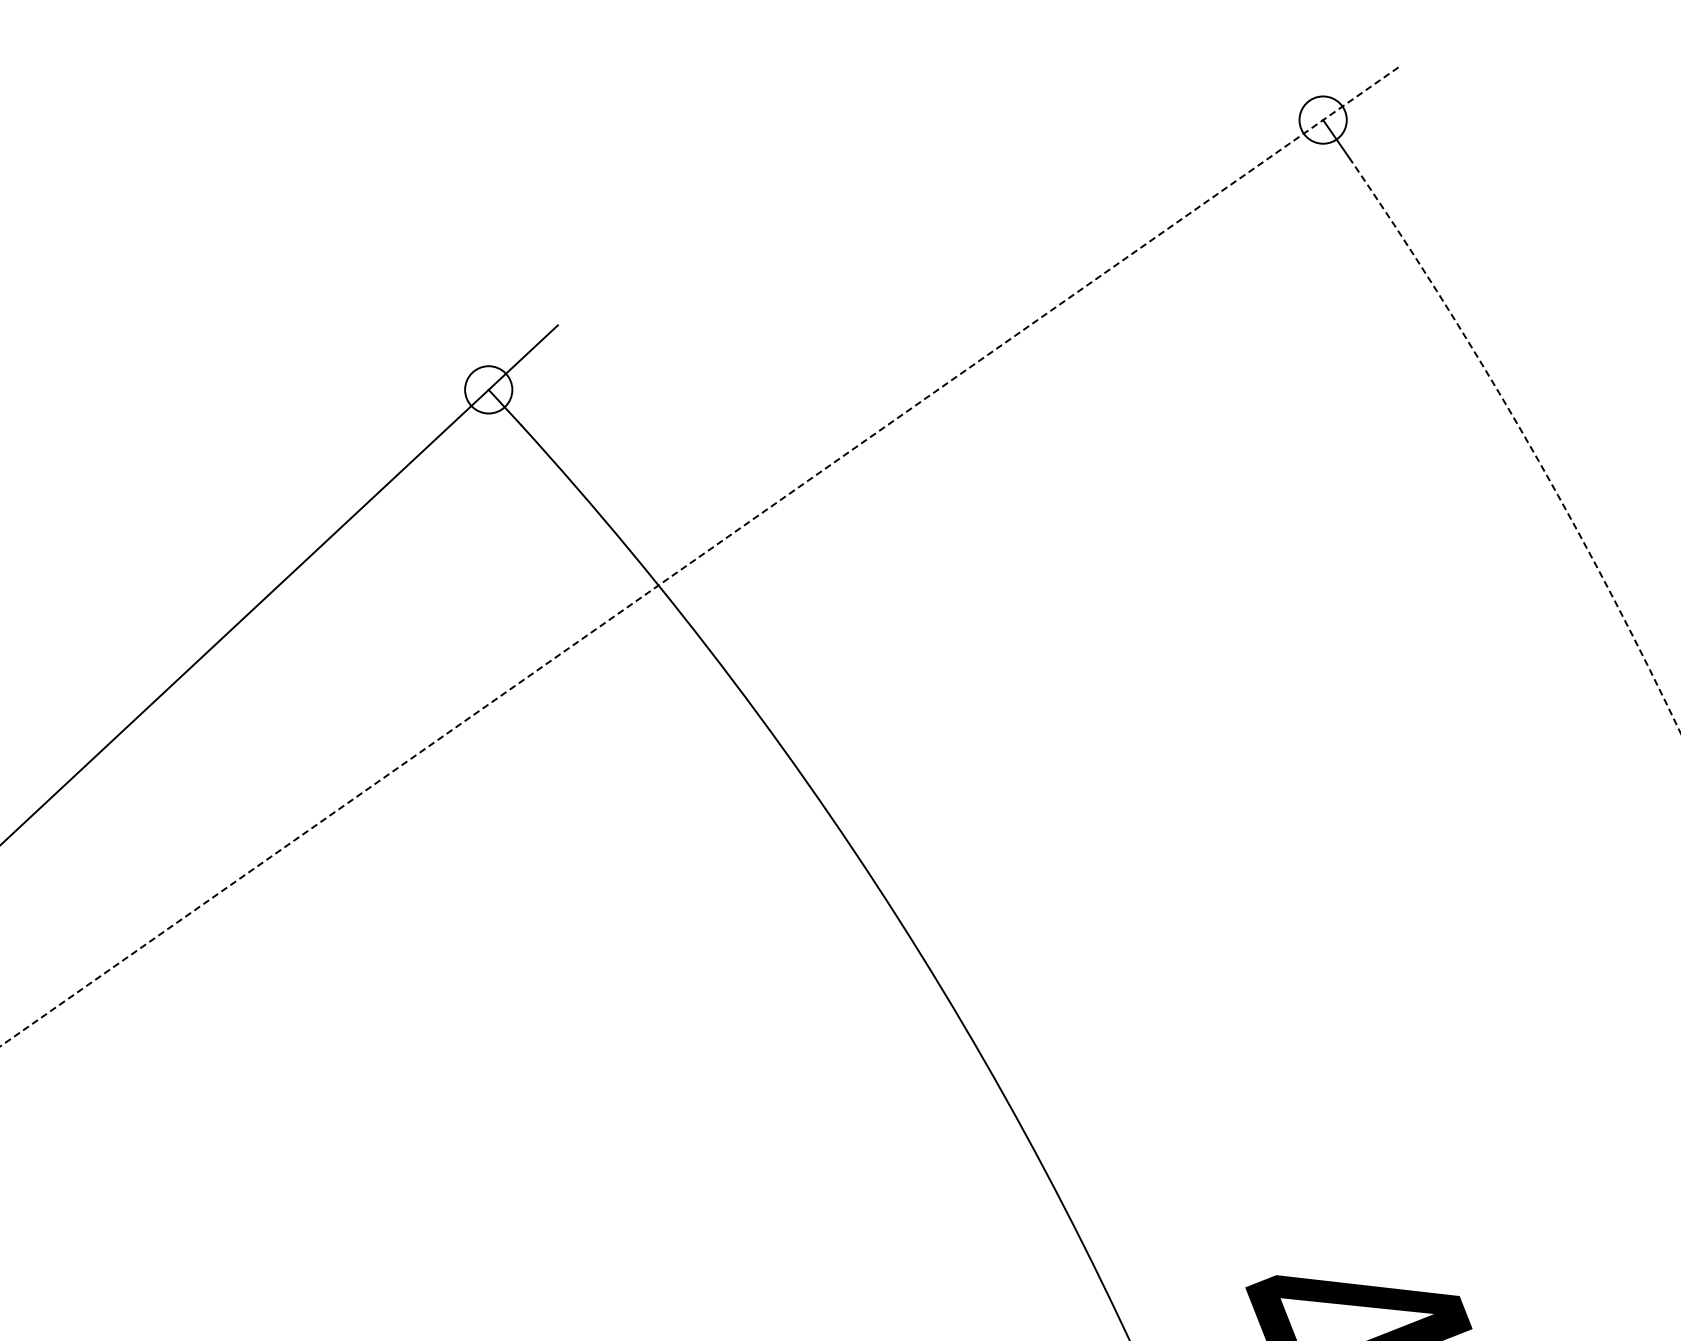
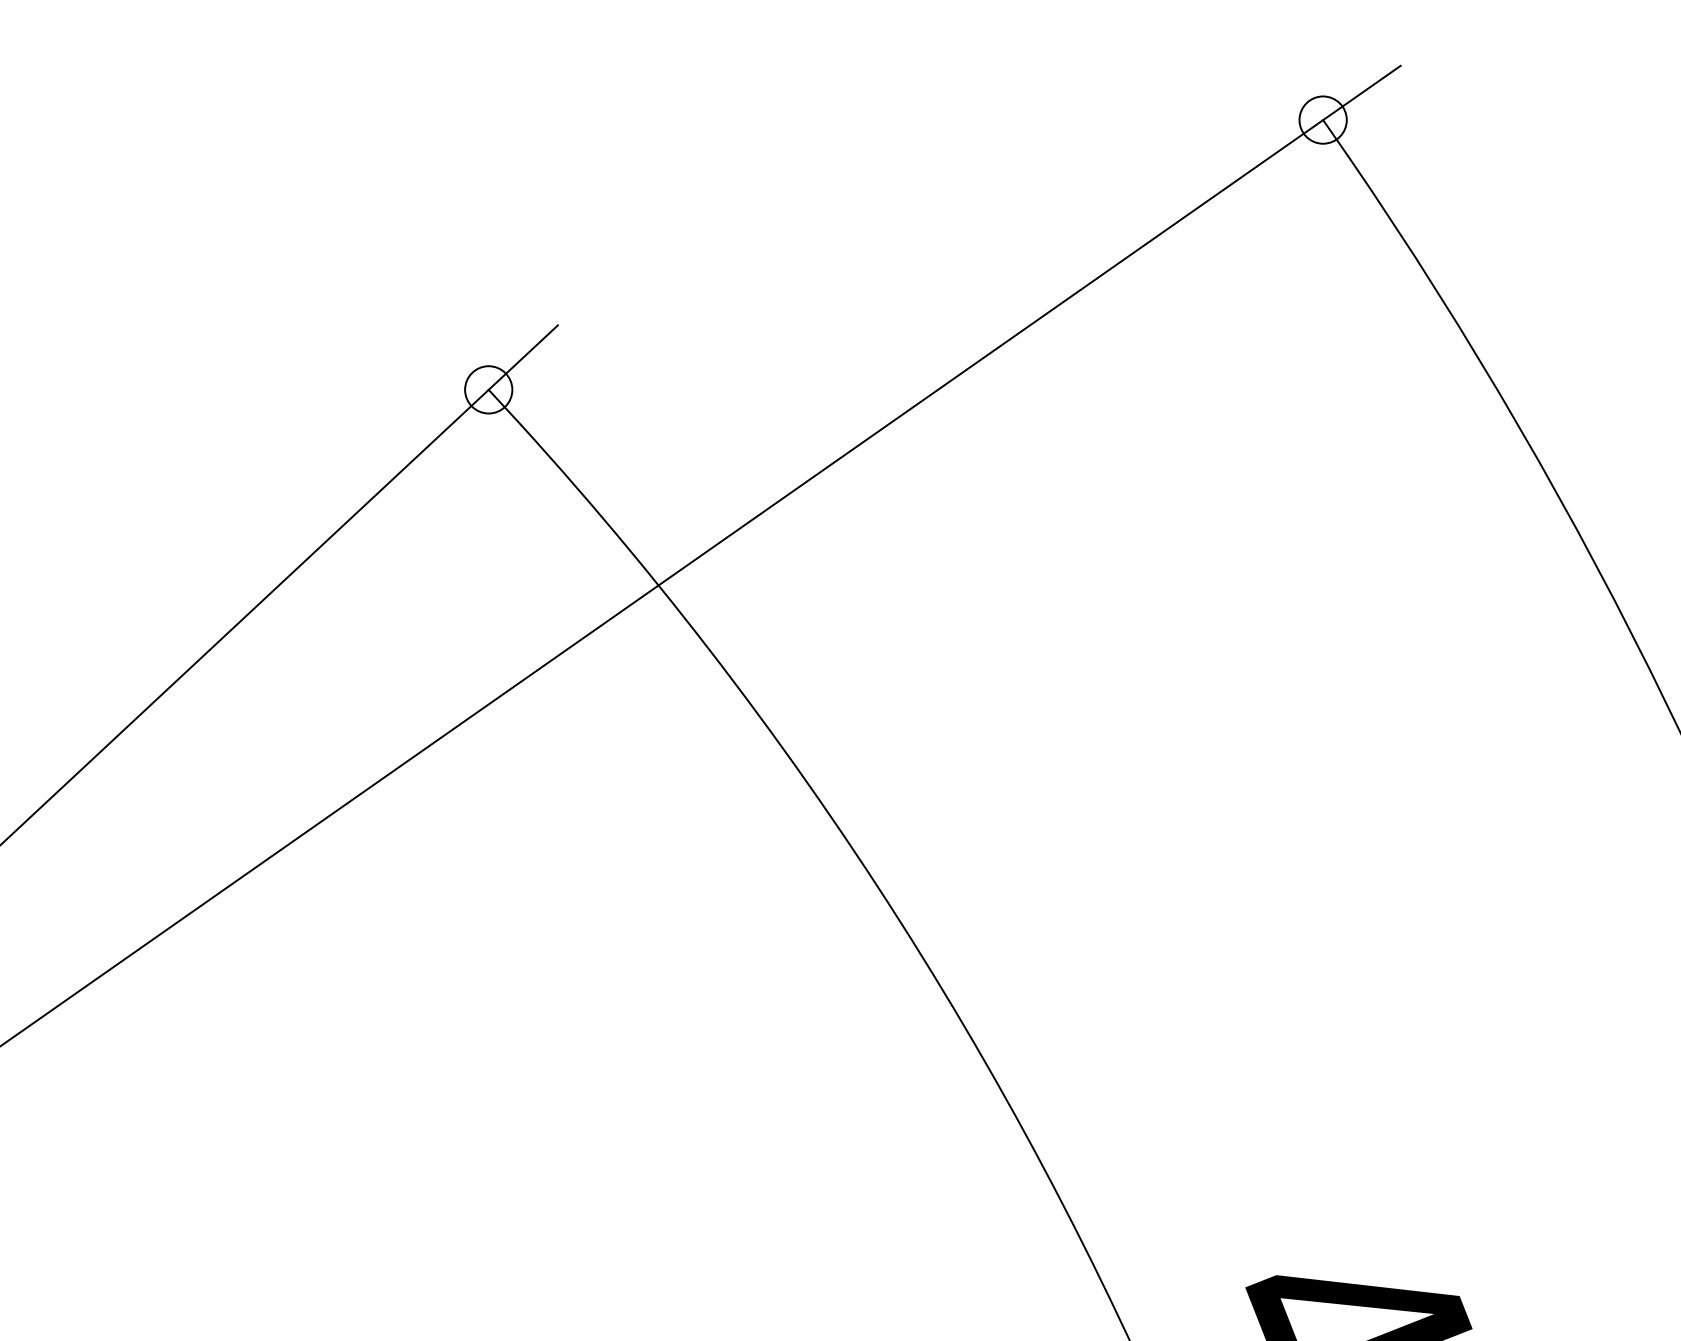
arc at (1526, 439): dashed -> solid
line at (700, 556): dashed -> solid
